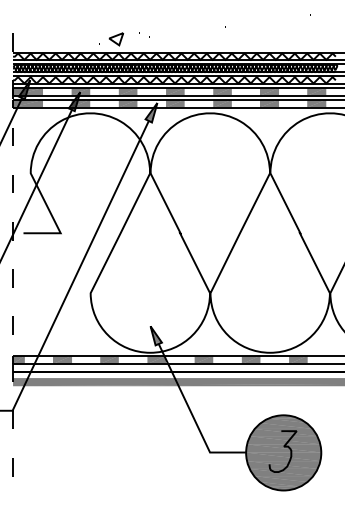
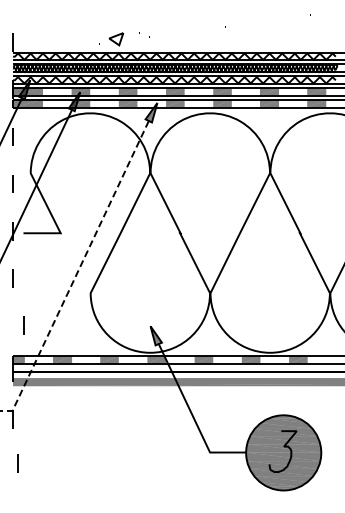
line at (77, 271): solid -> dashed
line at (12, 325) position: (12, 325) -> (23, 325)
line at (12, 467) position: (12, 467) -> (17, 463)
